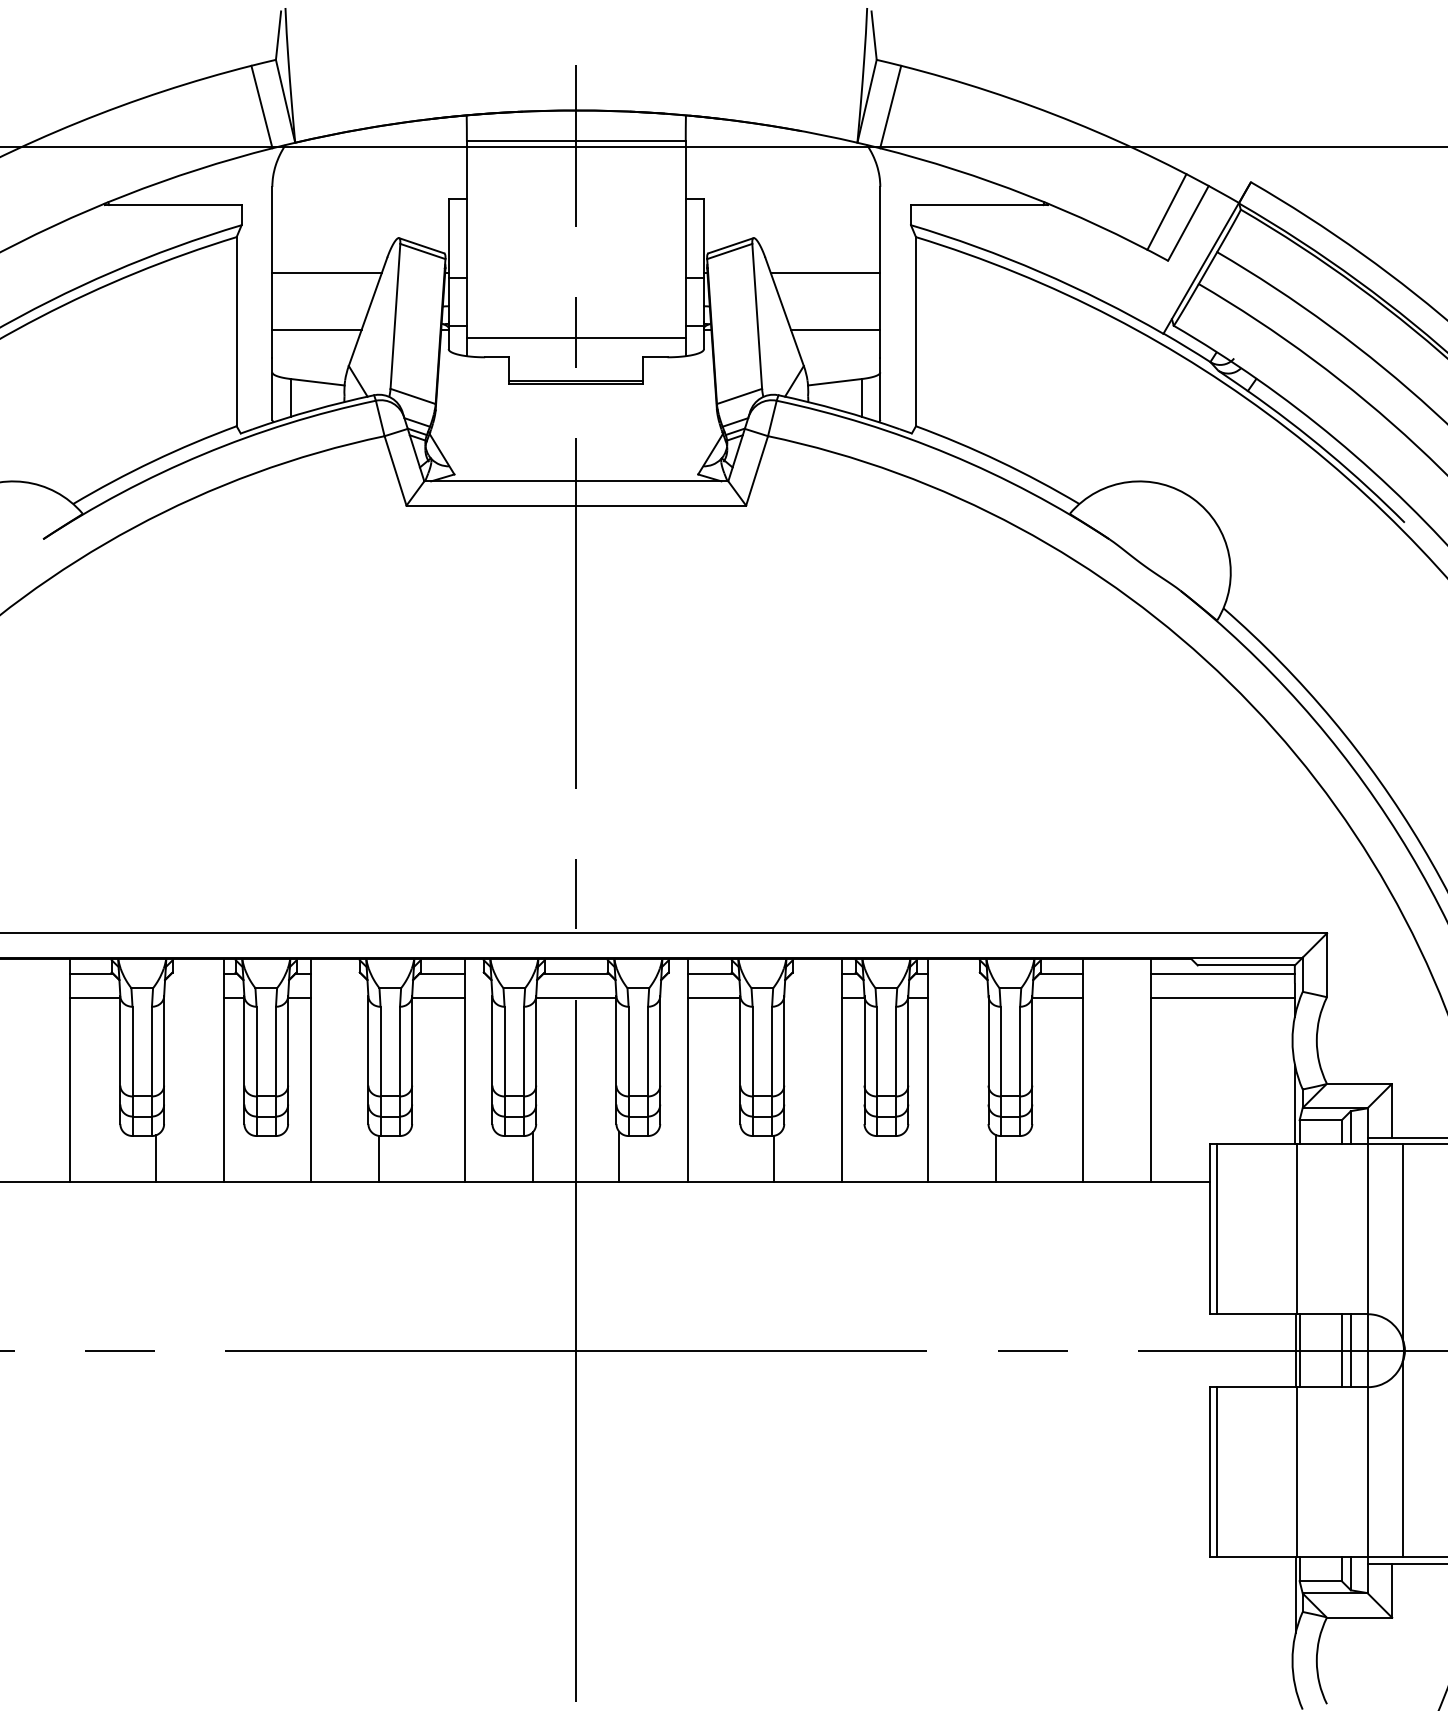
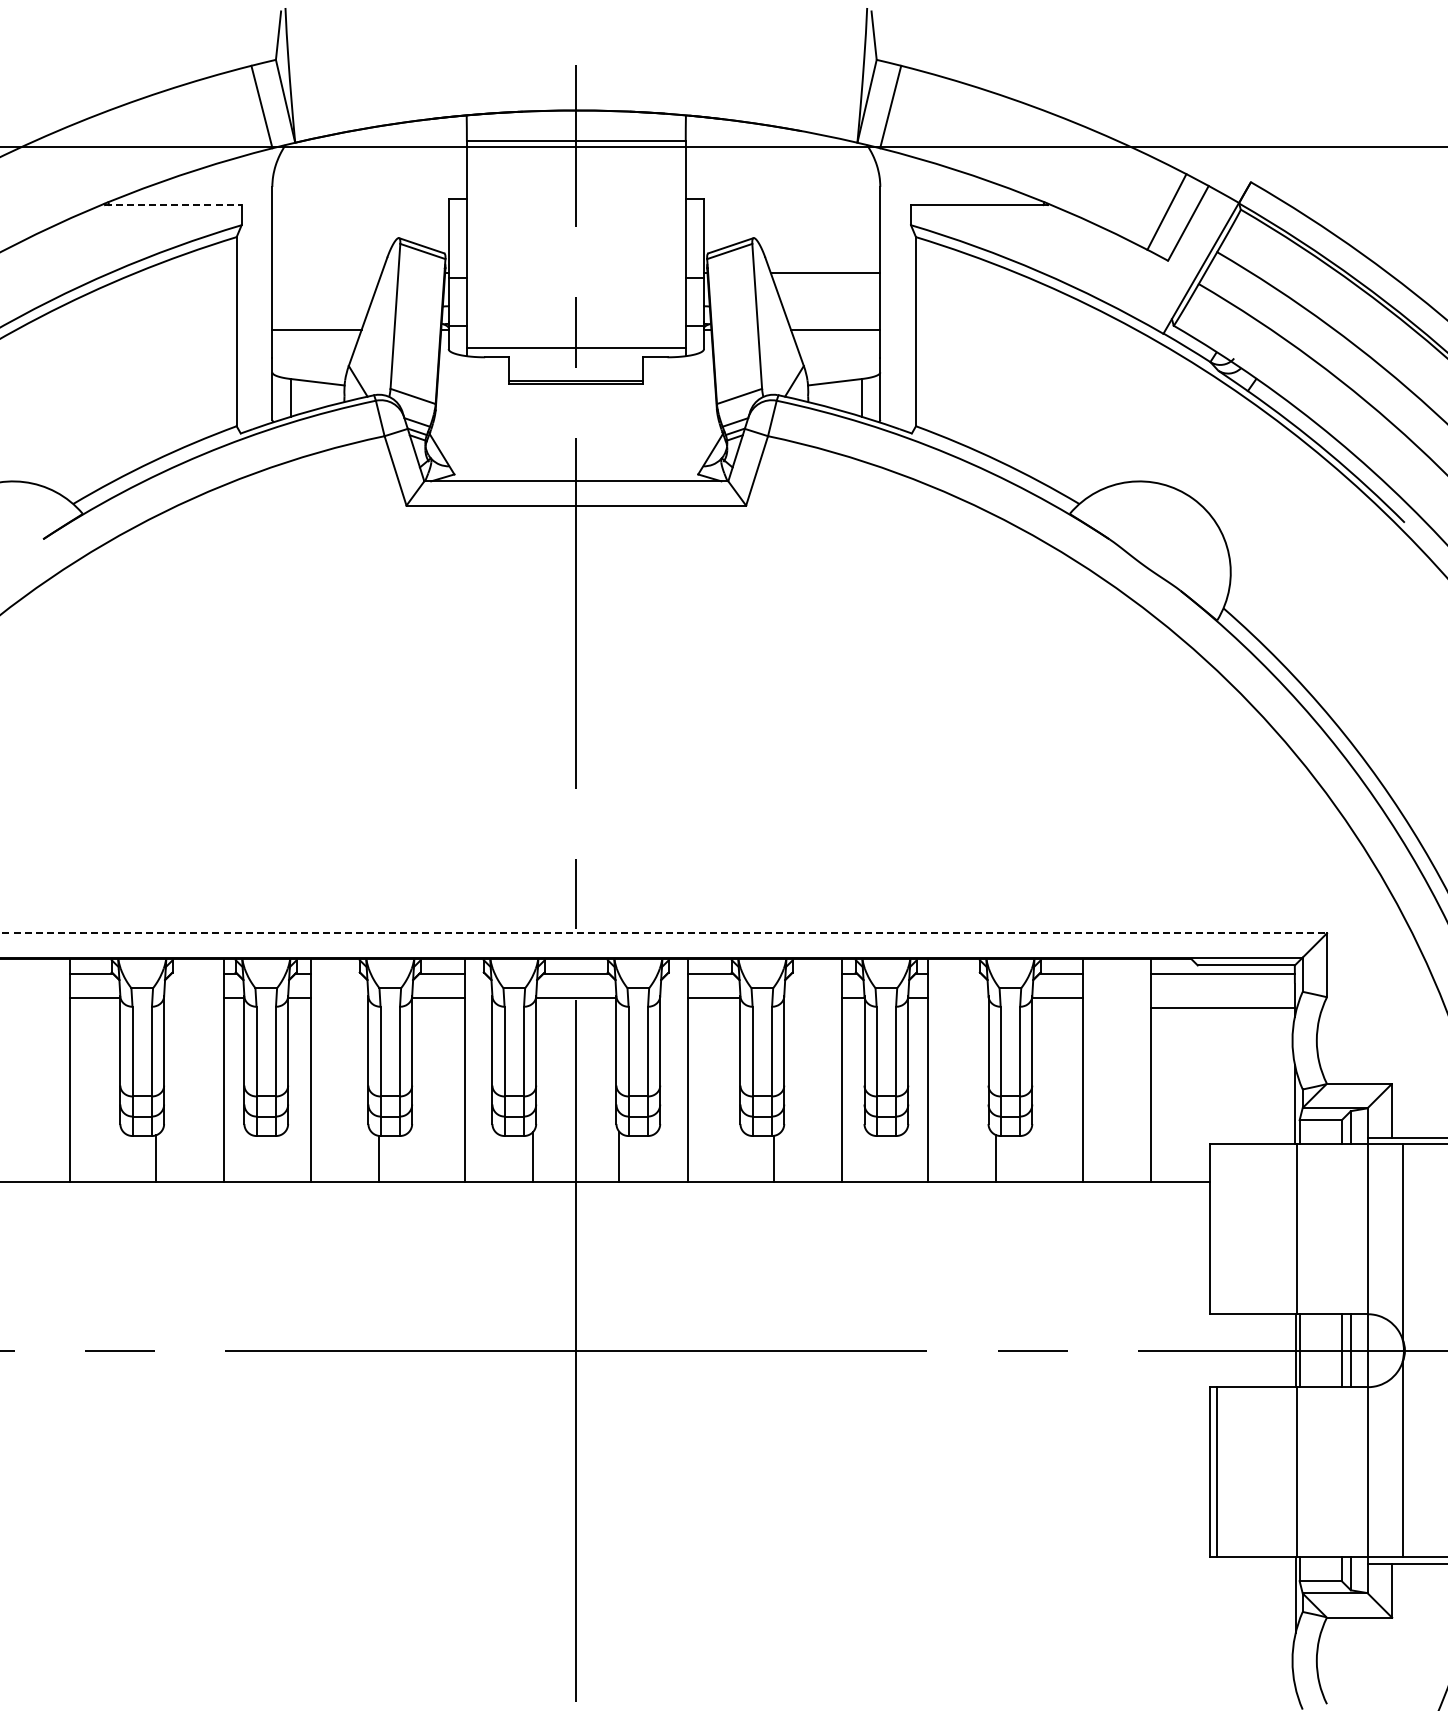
line at (173, 205): solid -> dashed
line at (326, 273): present -> none
line at (575, 337) position: (575, 337) -> (575, 347)
line at (664, 933): solid -> dashed
line at (1222, 998) position: (1222, 998) -> (1222, 1008)
line at (1216, 1229): present -> none
